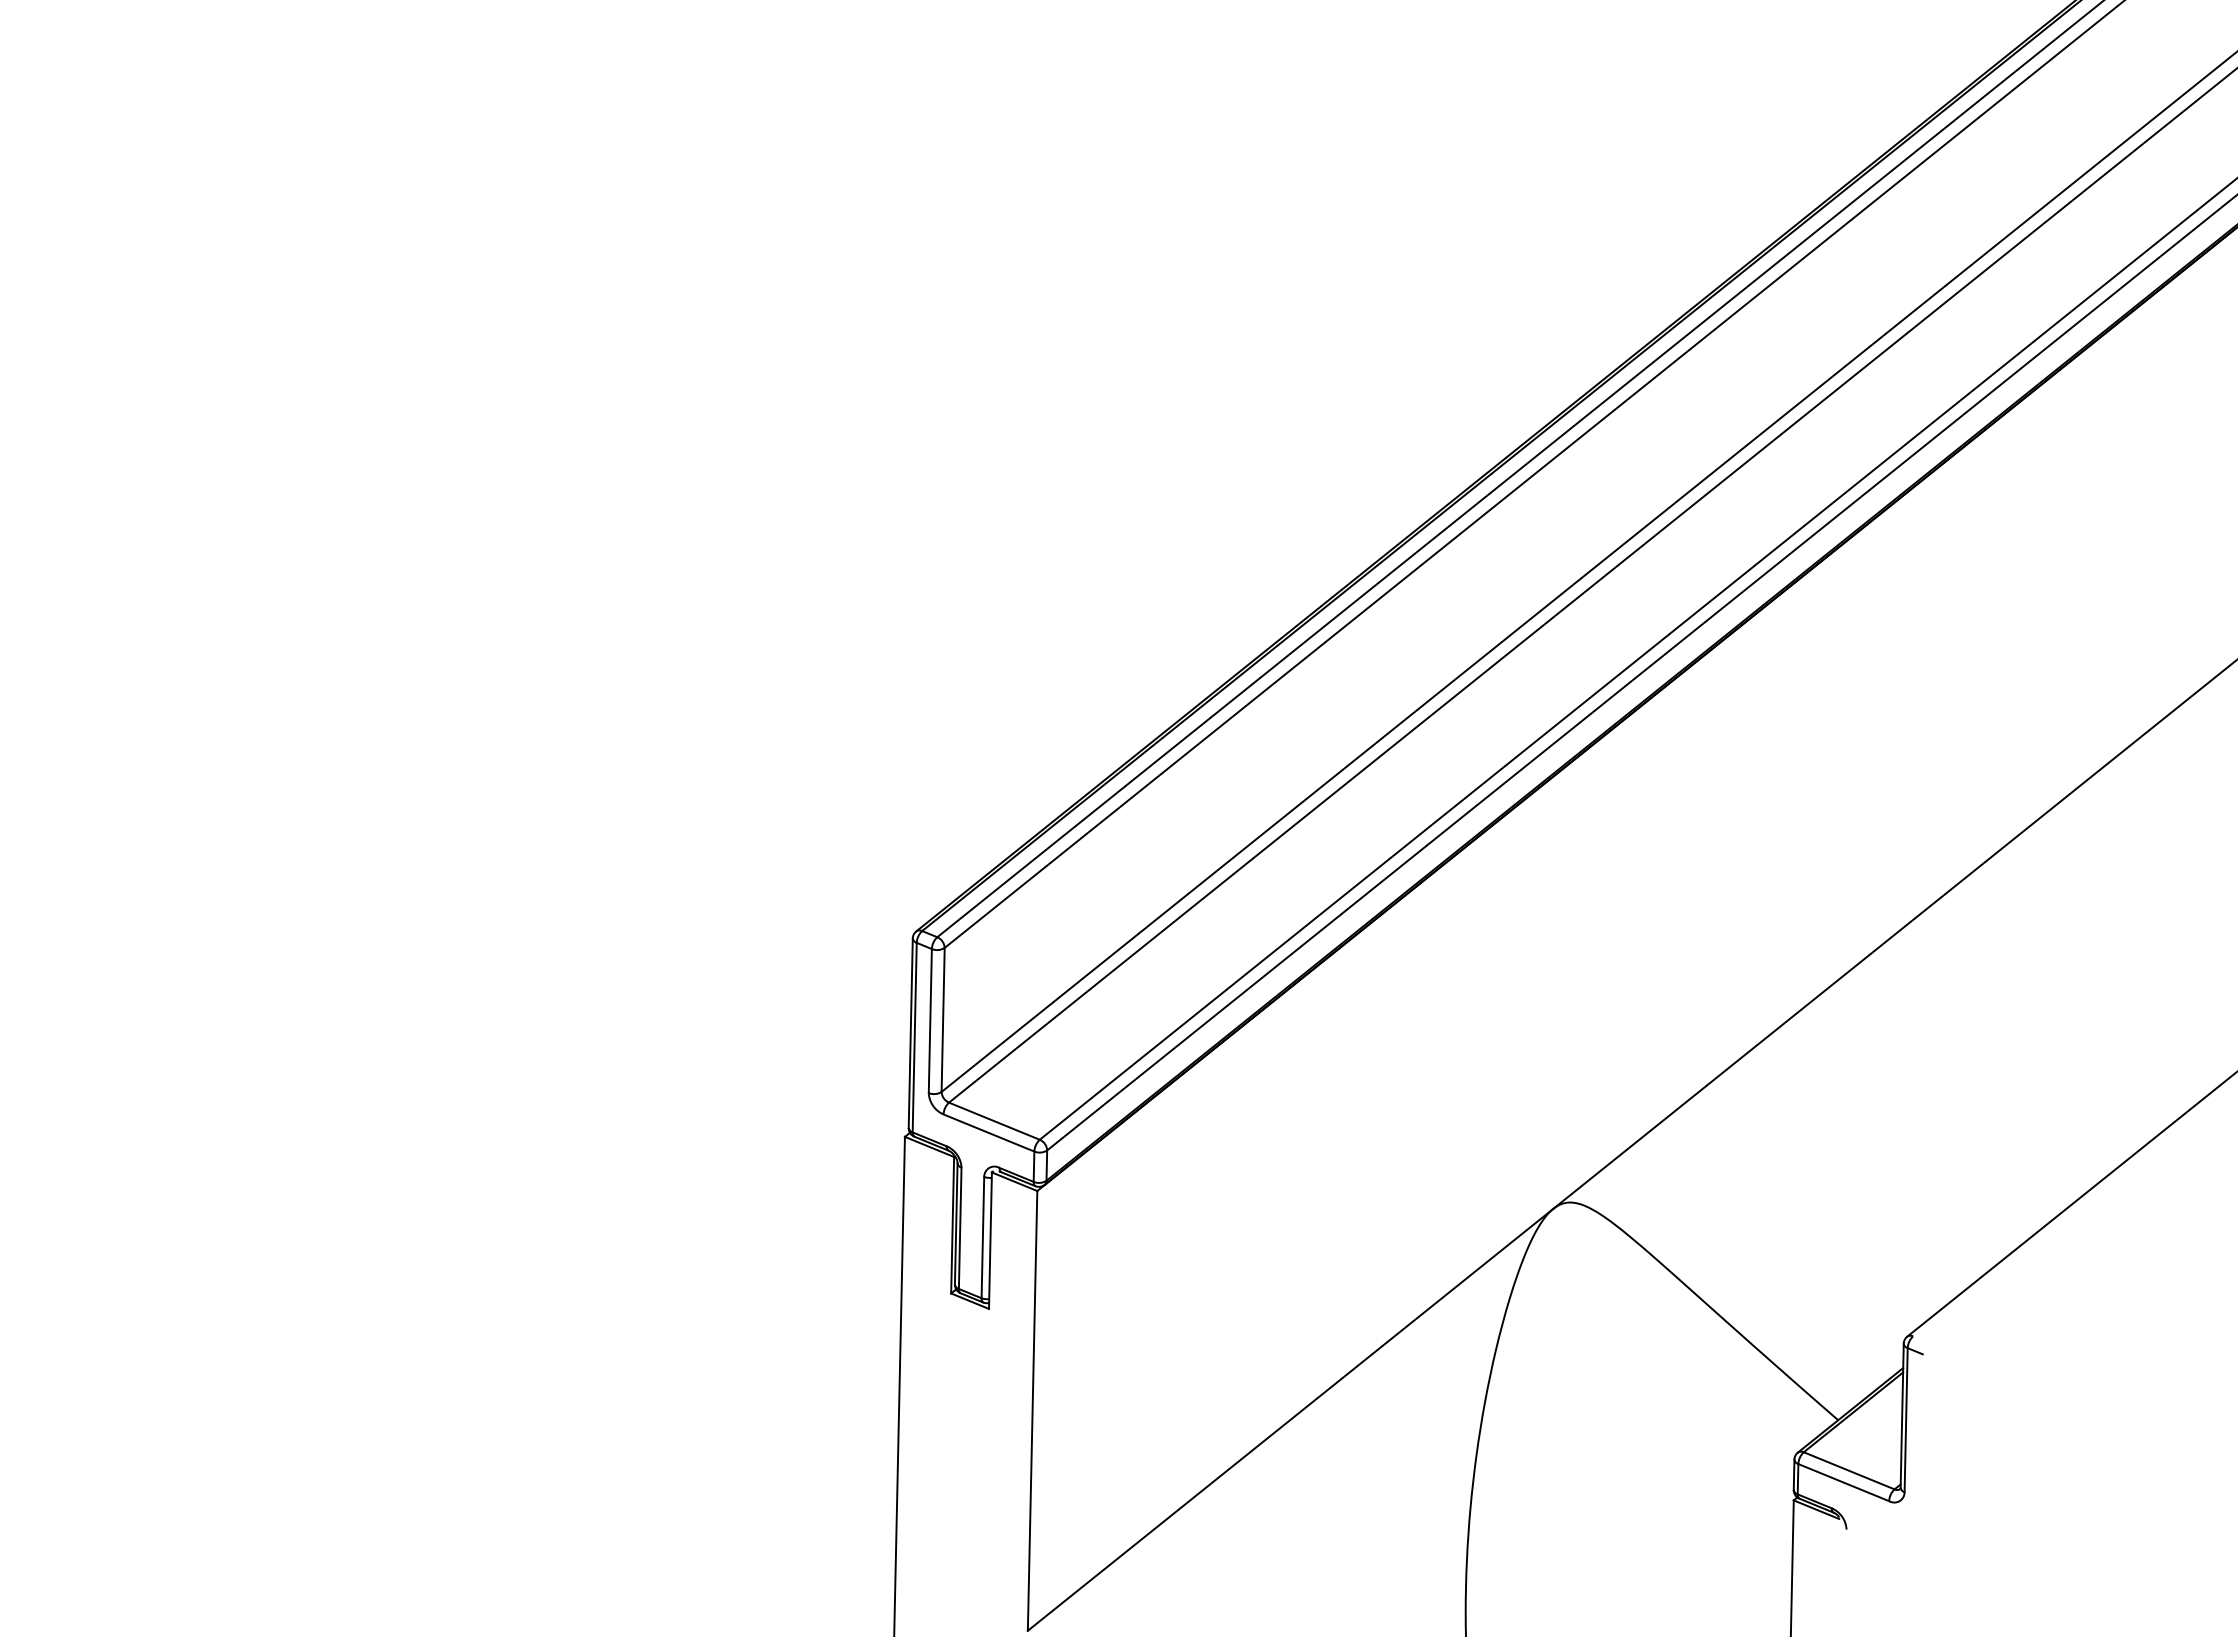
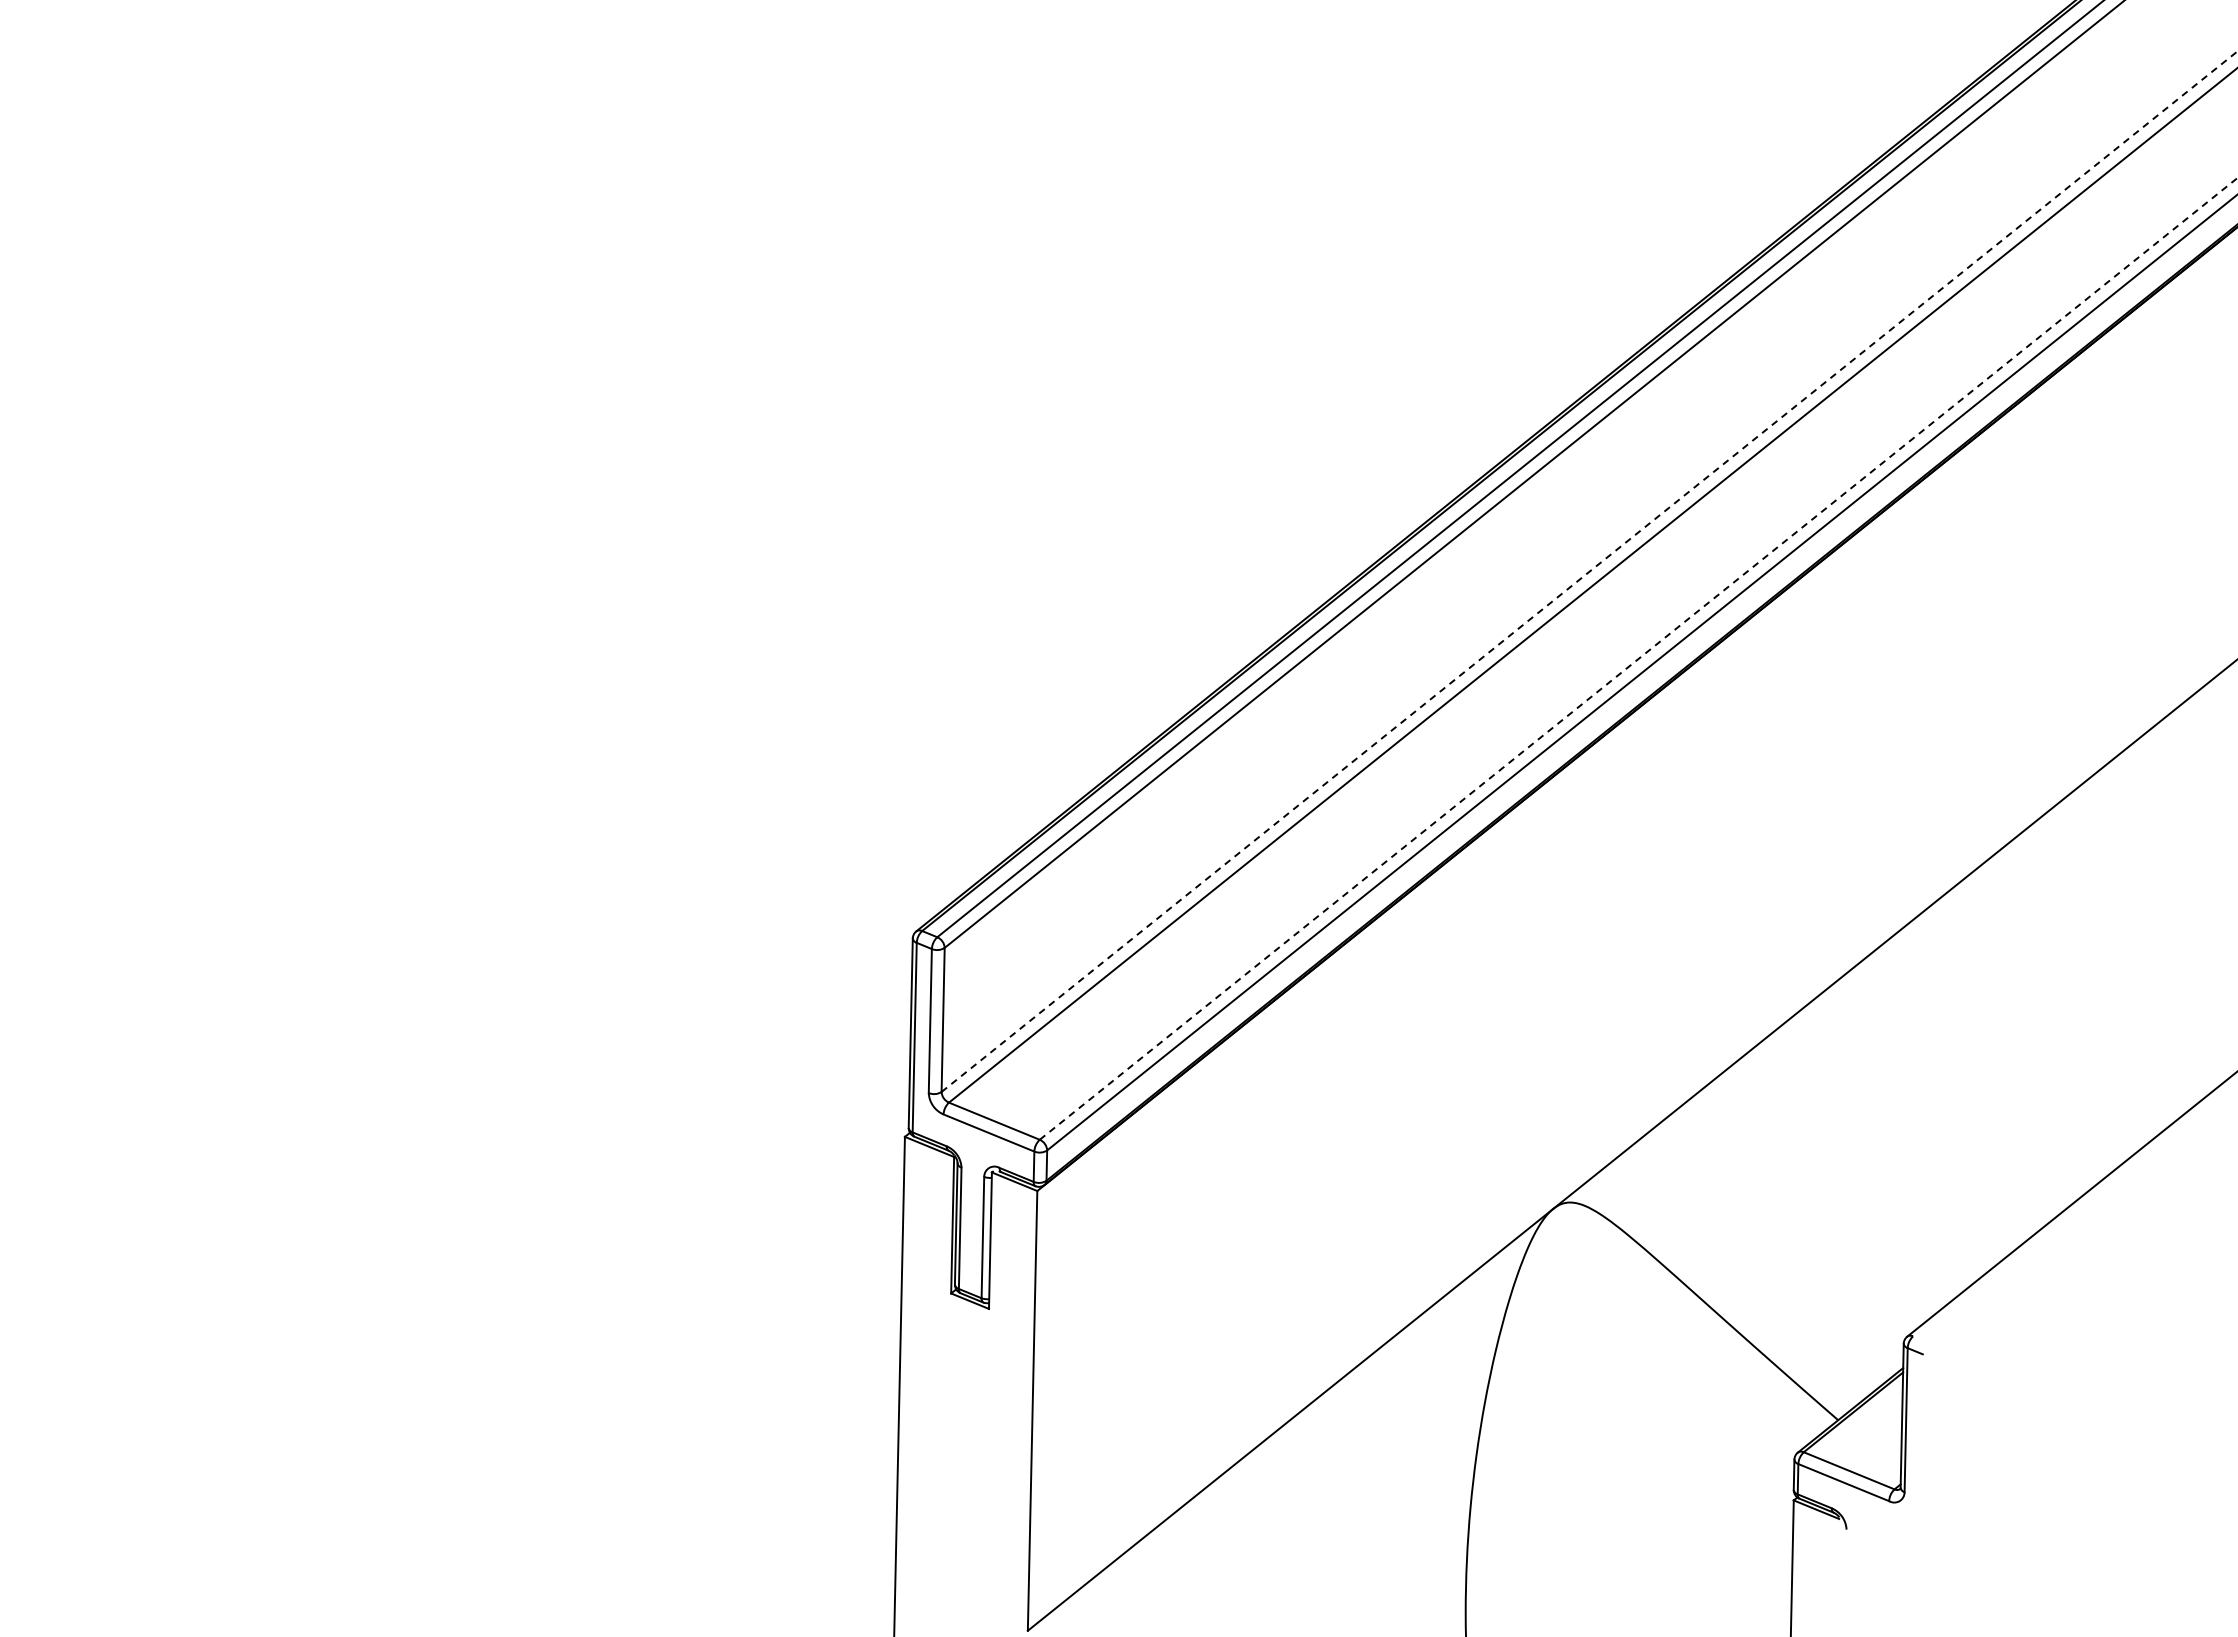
line at (1589, 571): solid -> dashed
line at (1638, 658): solid -> dashed
